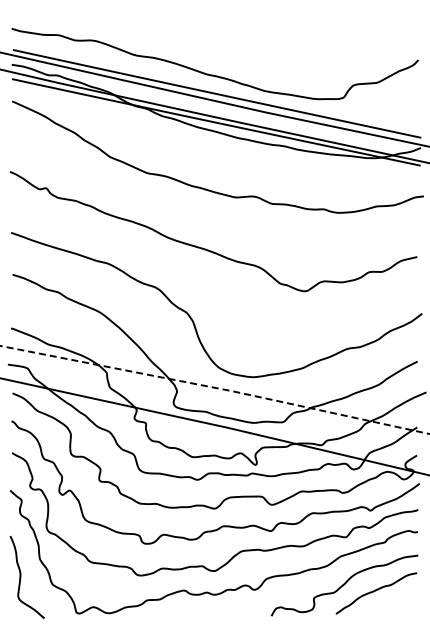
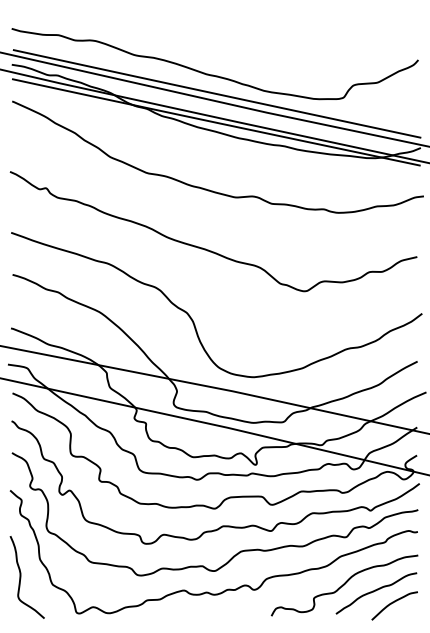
line at (215, 388): dashed -> solid
curve at (393, 603): none -> present
